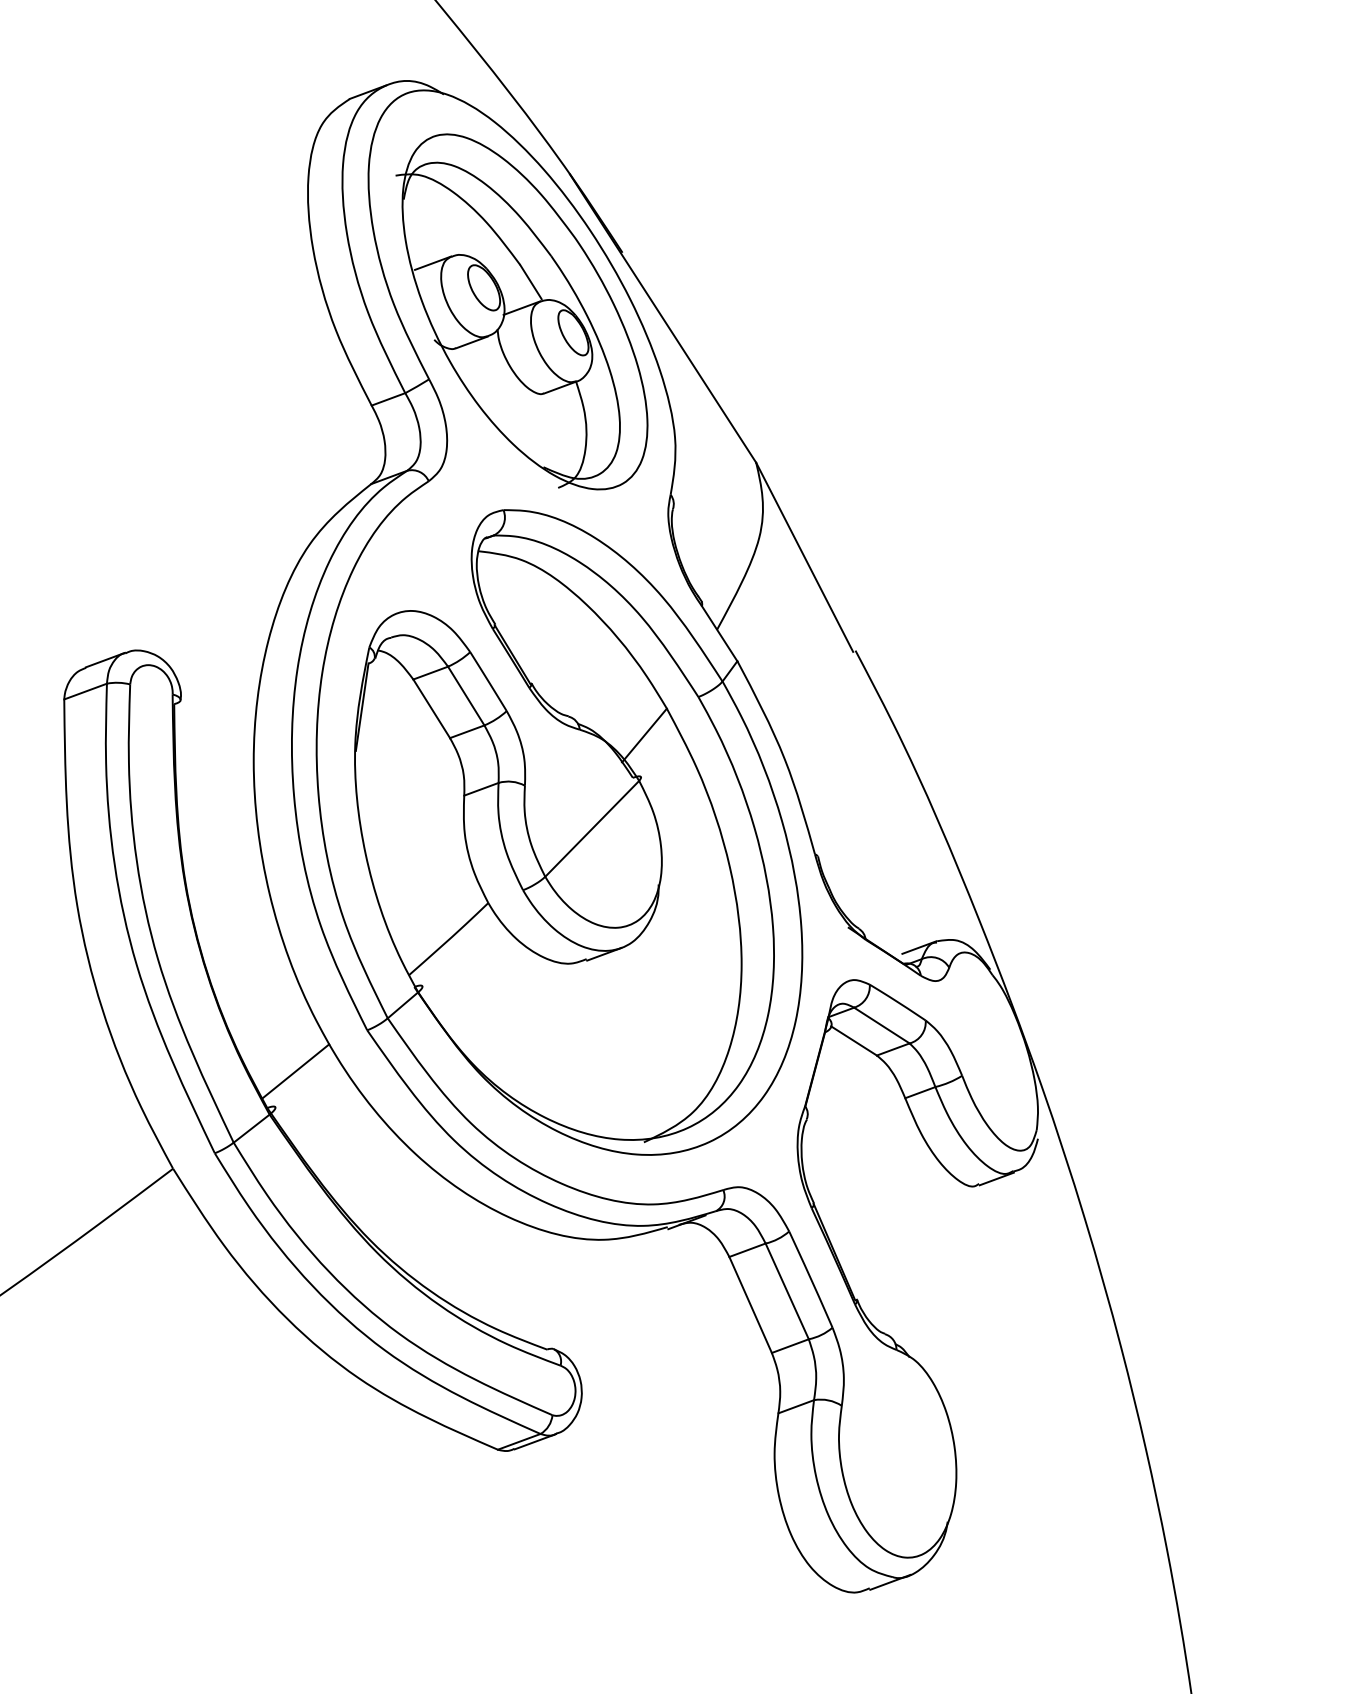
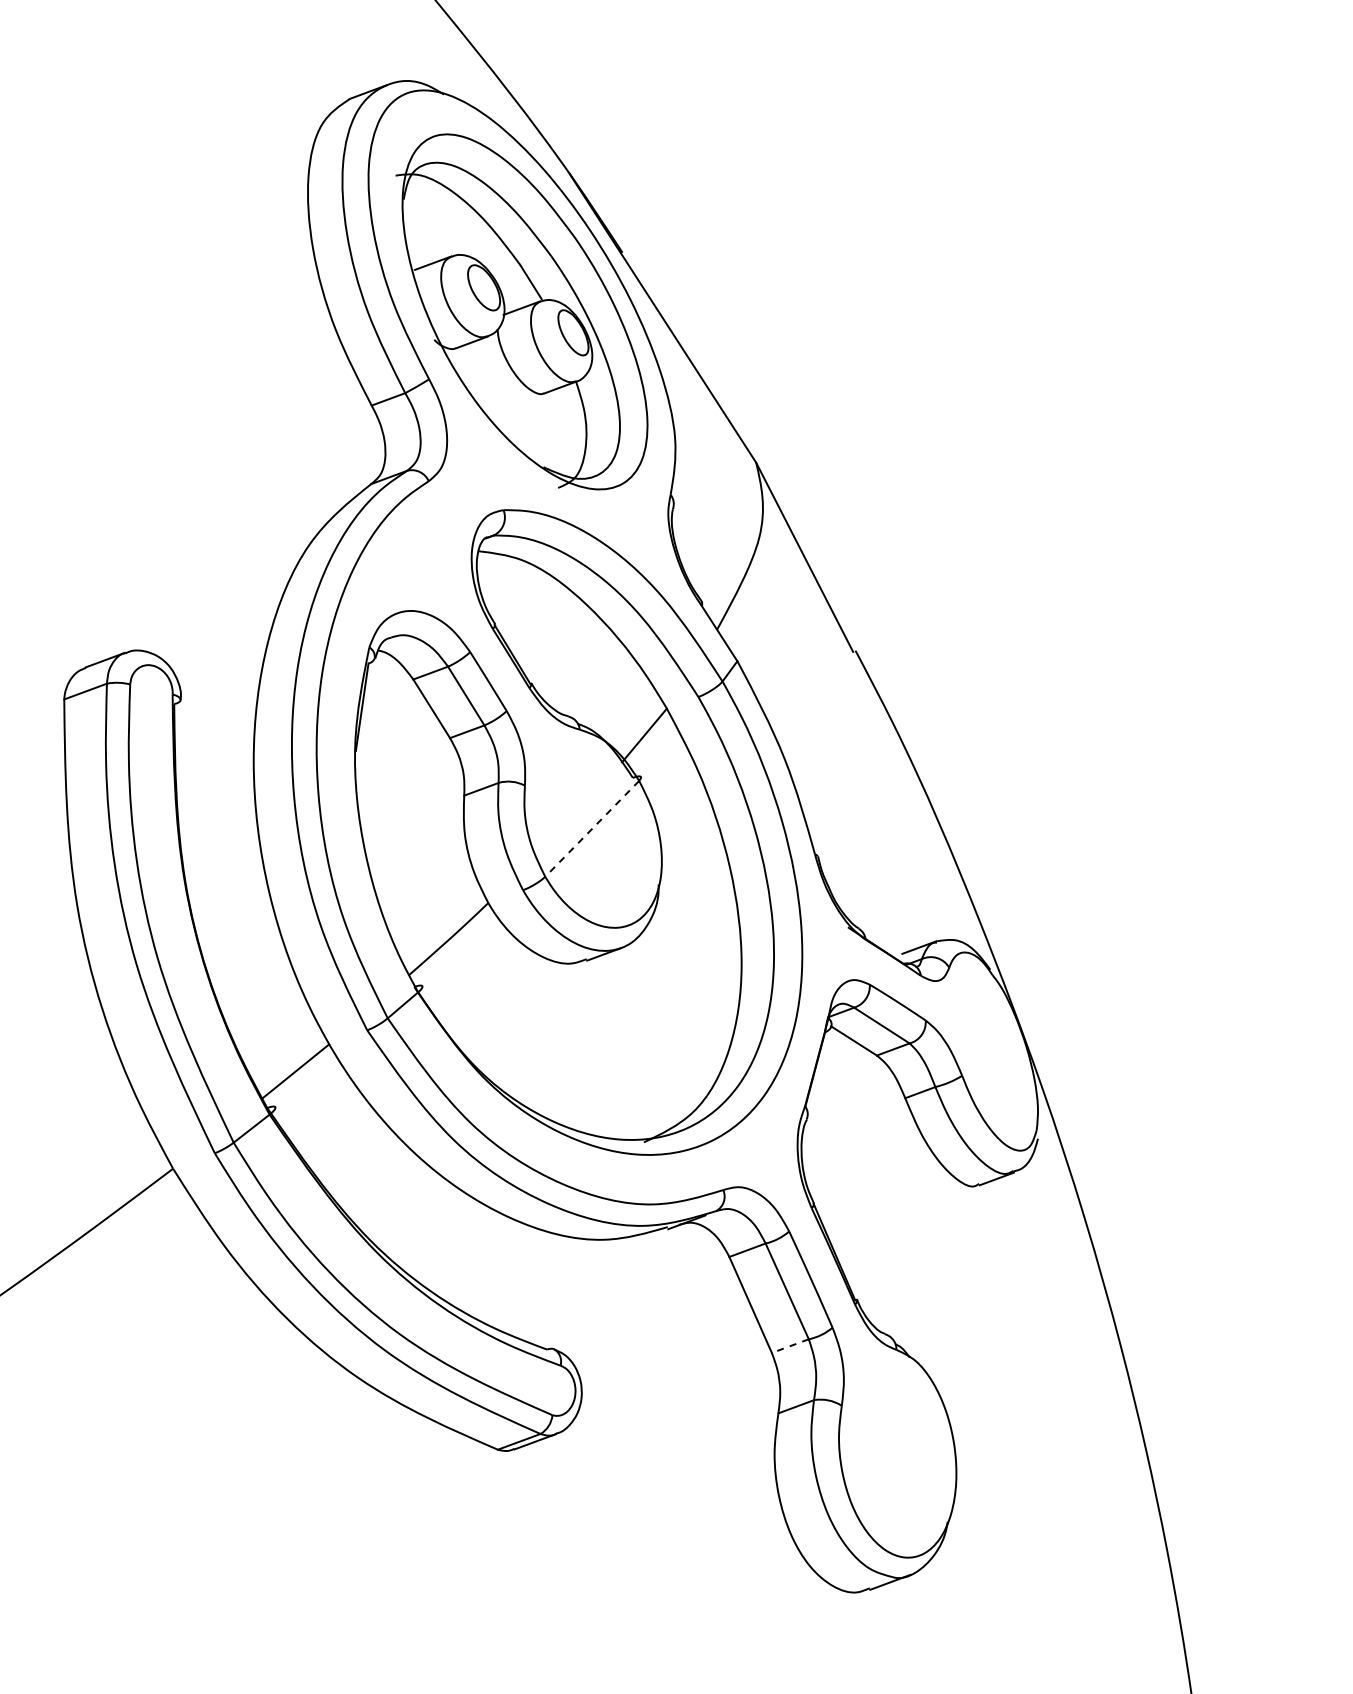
line at (591, 829): solid -> dashed
line at (790, 1346): solid -> dashed
